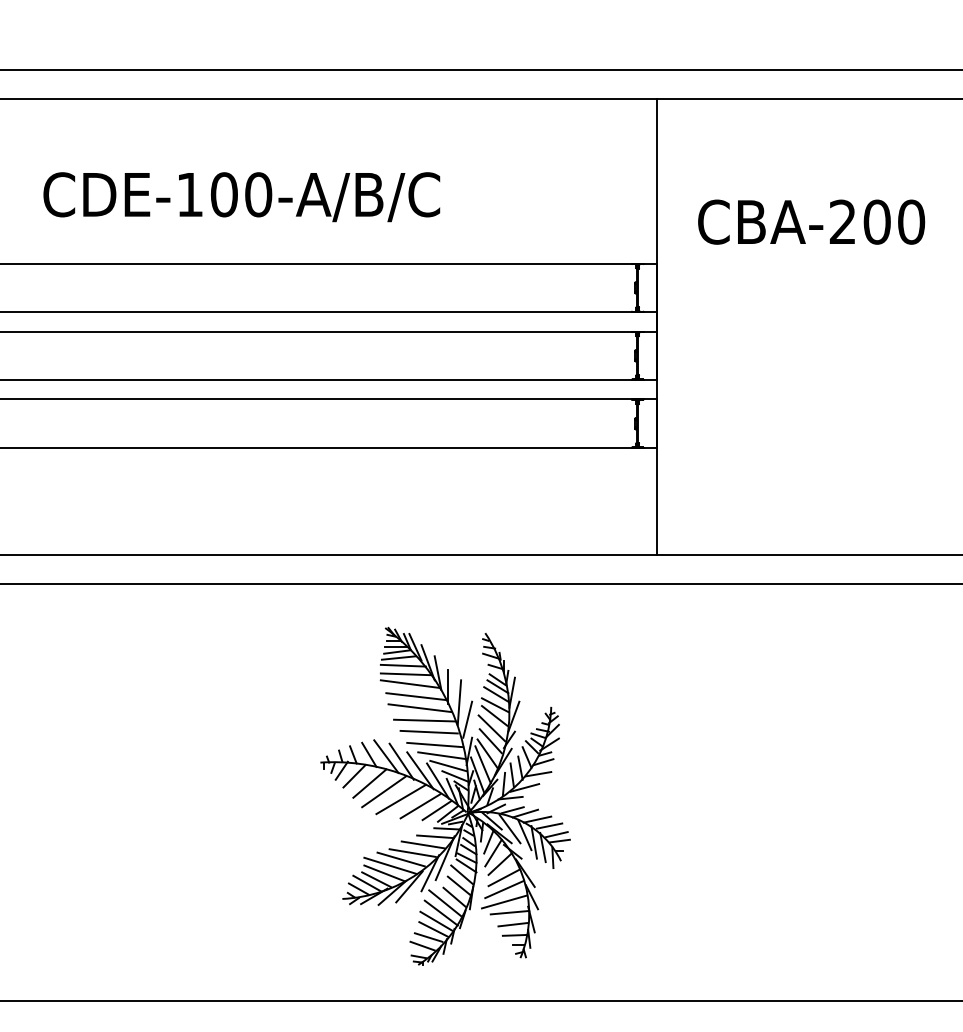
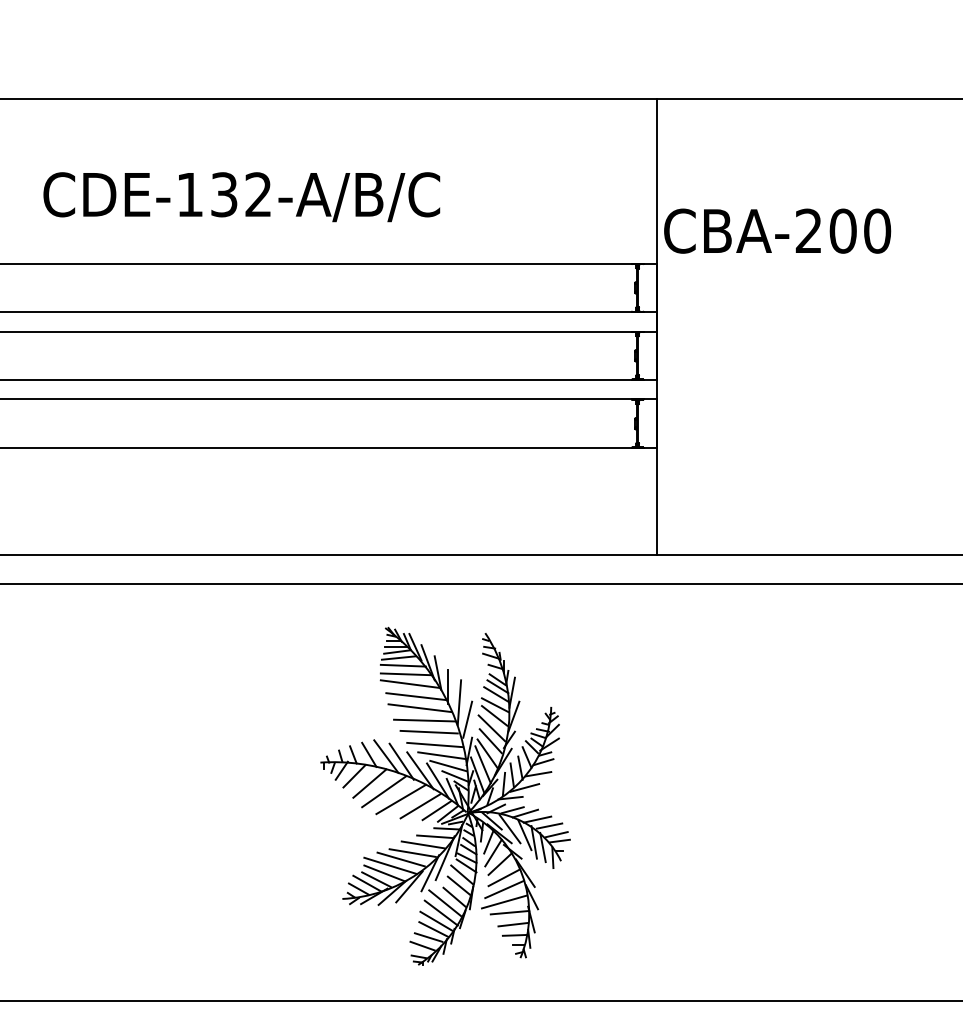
line at (480, 69): present -> none
text at (241, 194): CDE-100-A/B/C -> CDE-132-A/B/C
text at (811, 221) position: (811, 221) -> (777, 230)
